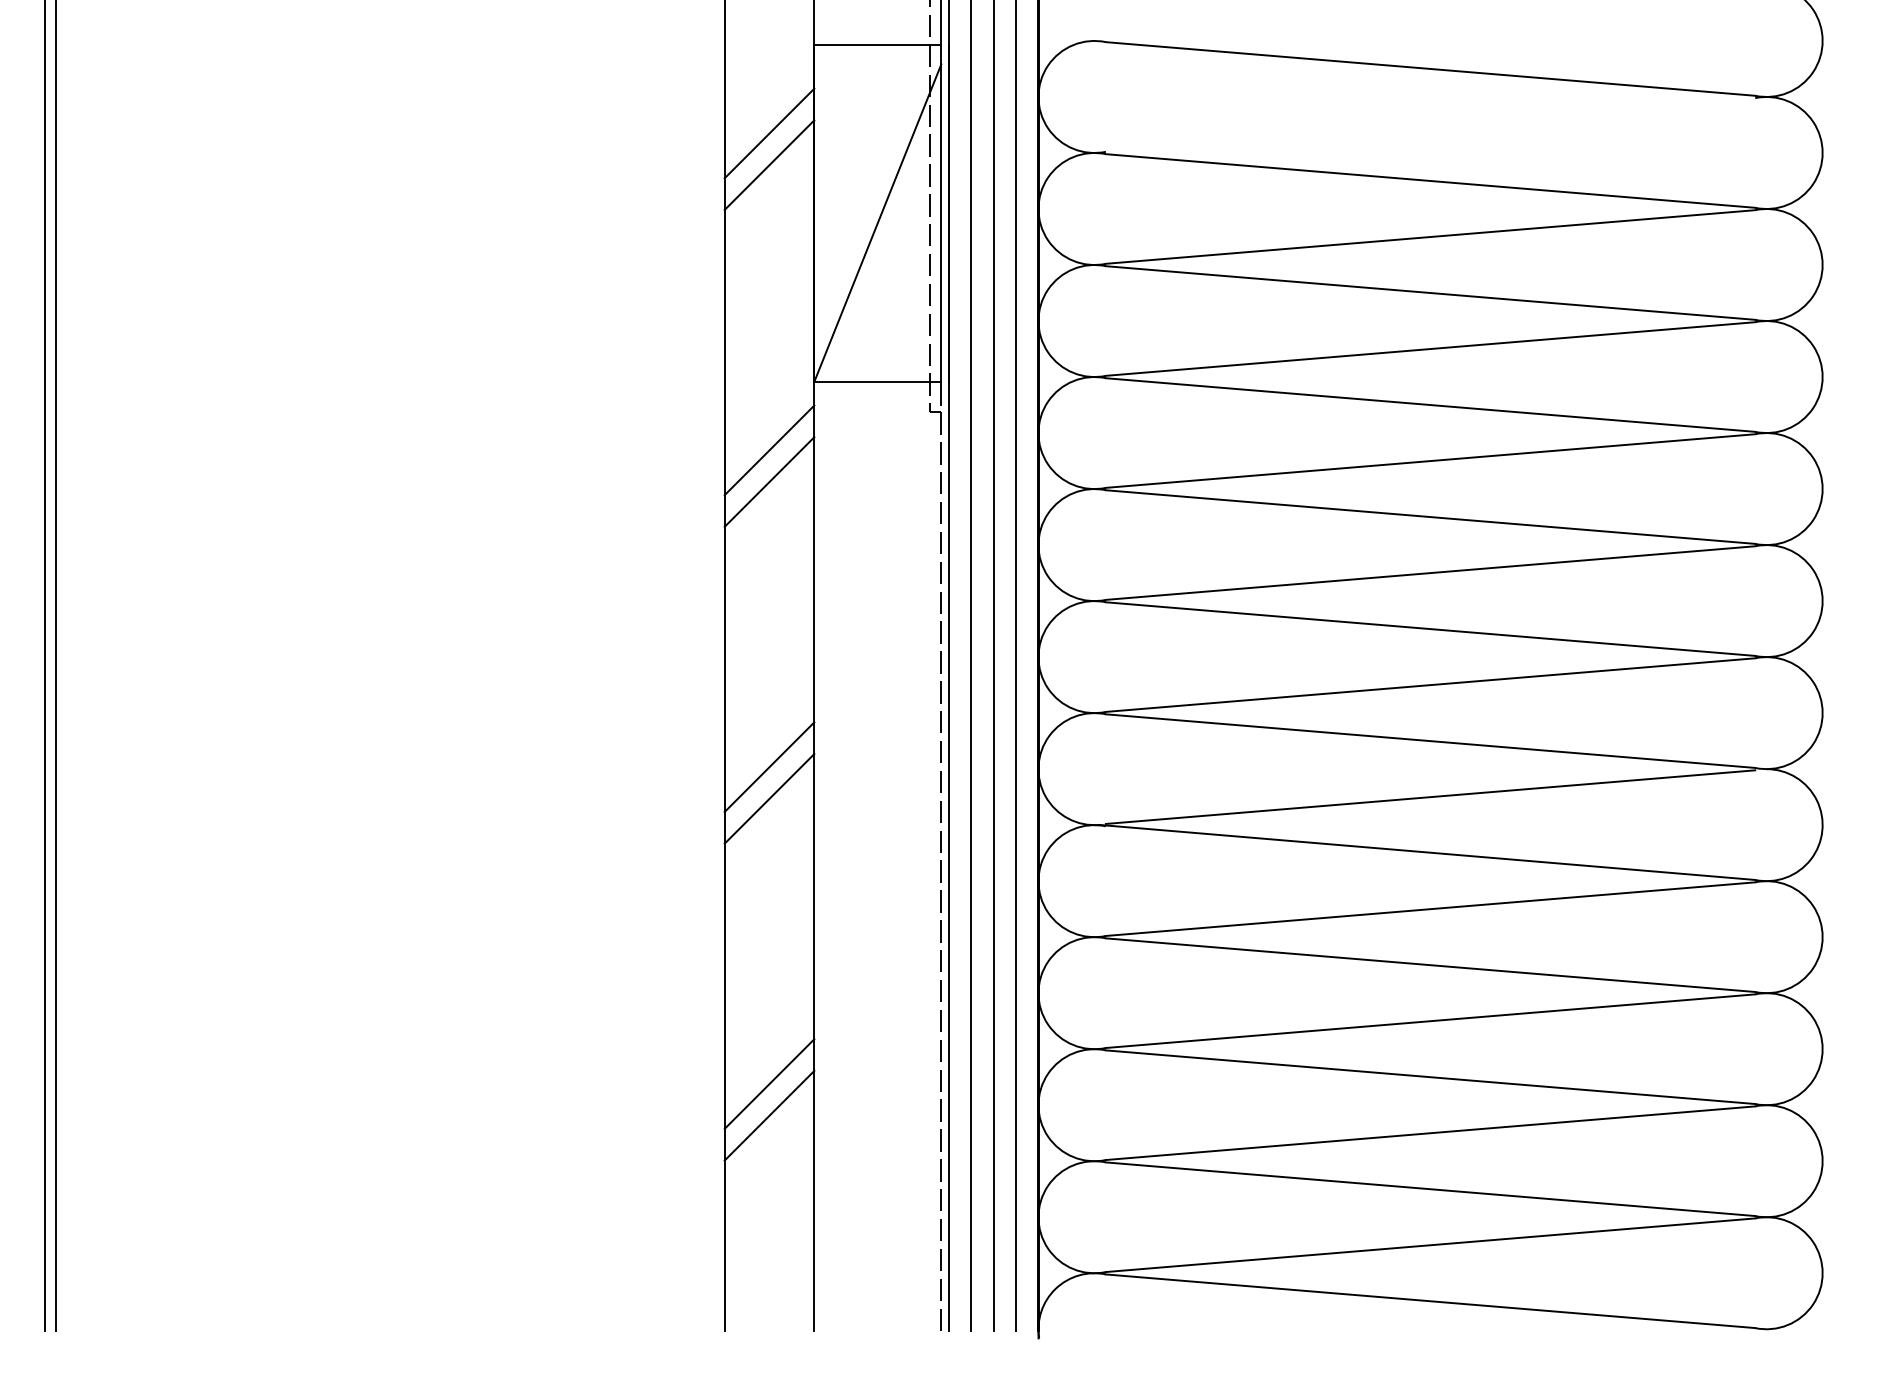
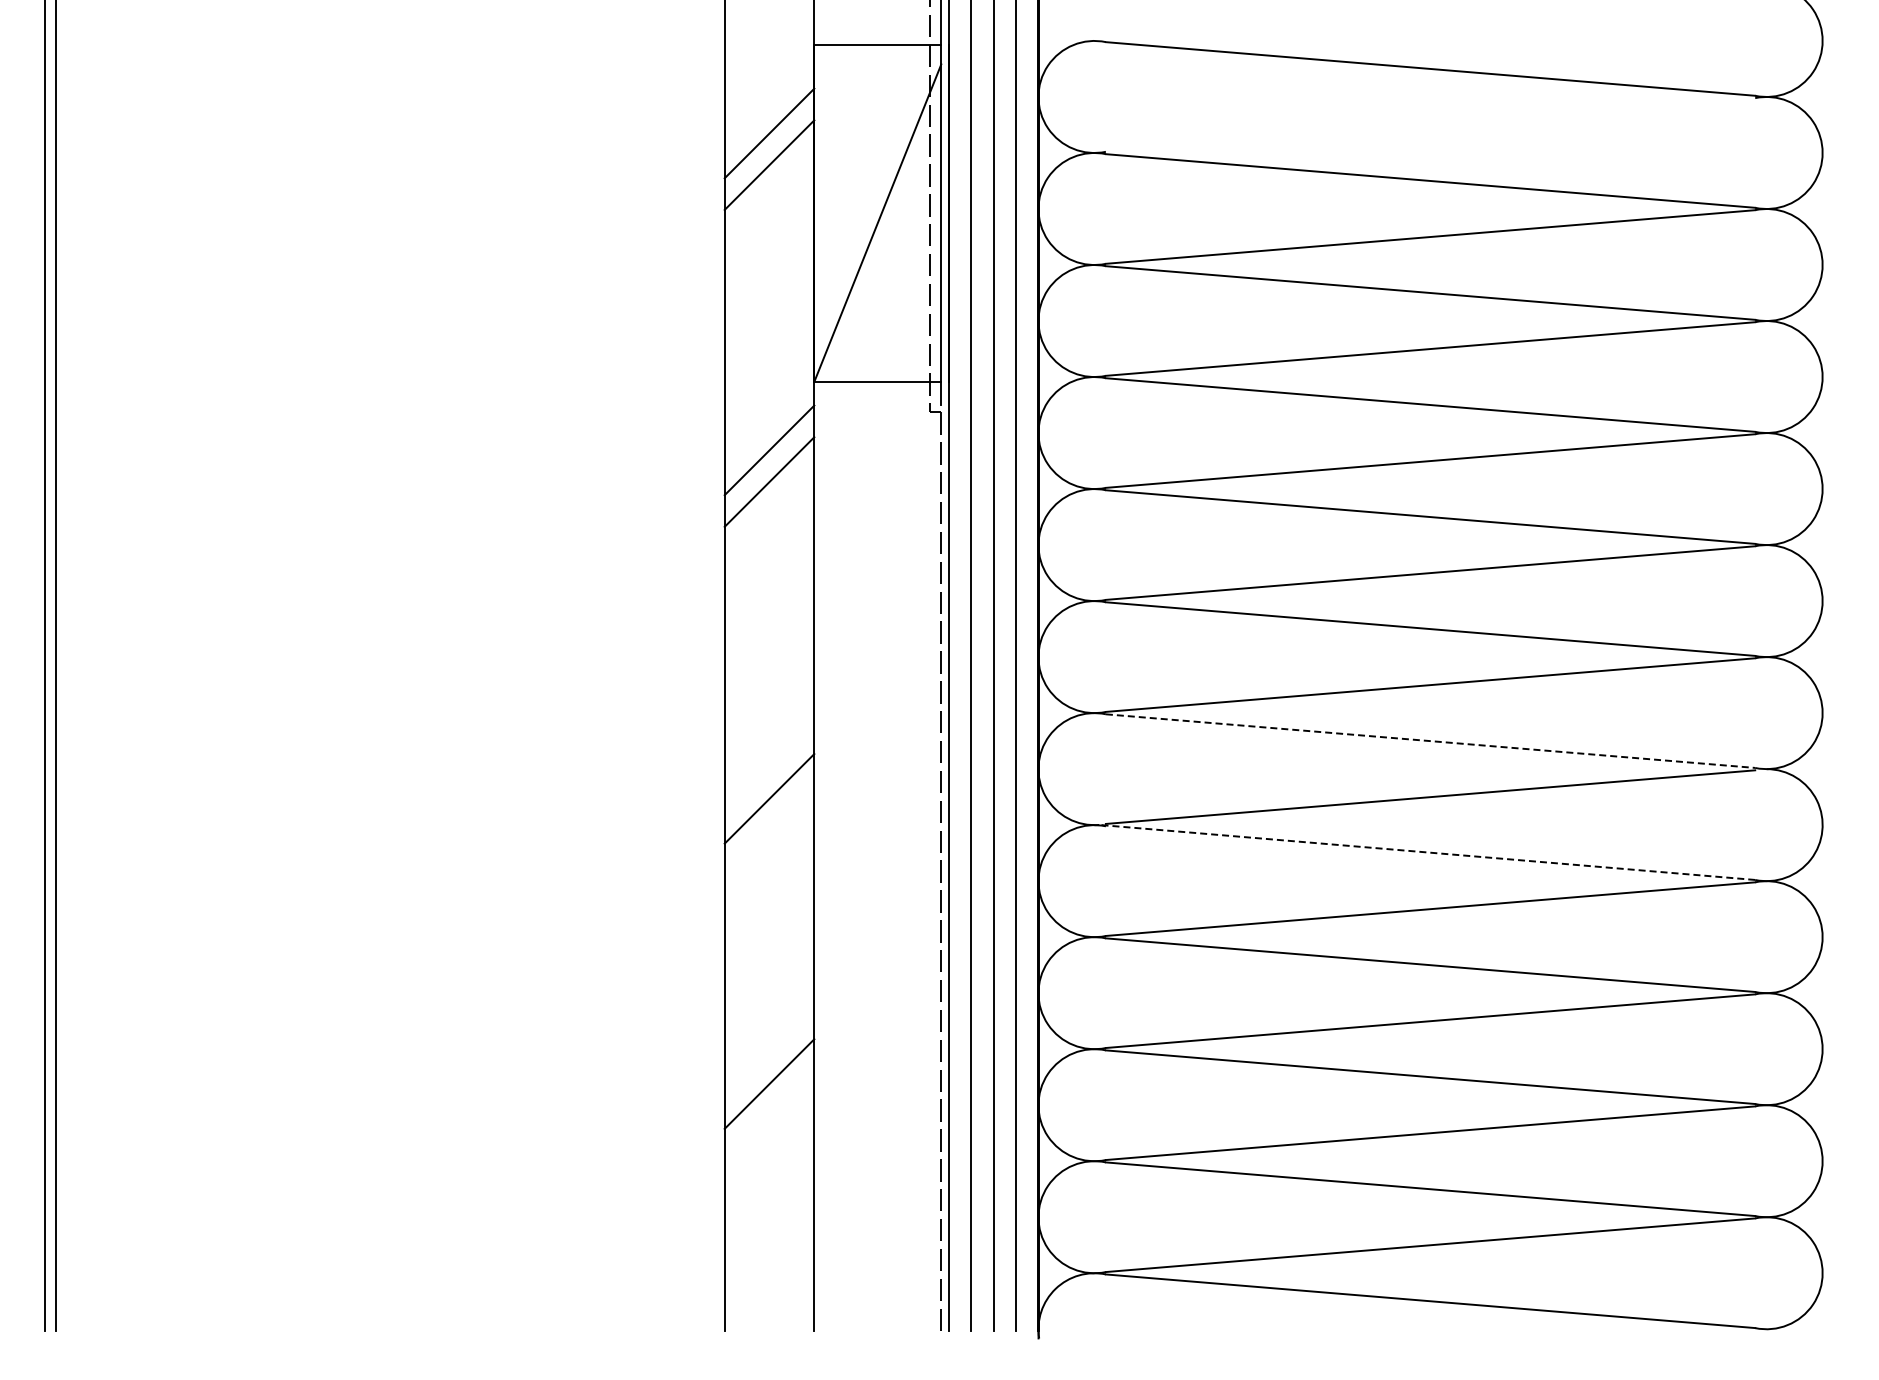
line at (1430, 741): solid -> dashed
line at (769, 767): present -> none
line at (1426, 852): solid -> dashed
line at (769, 1115): present -> none
